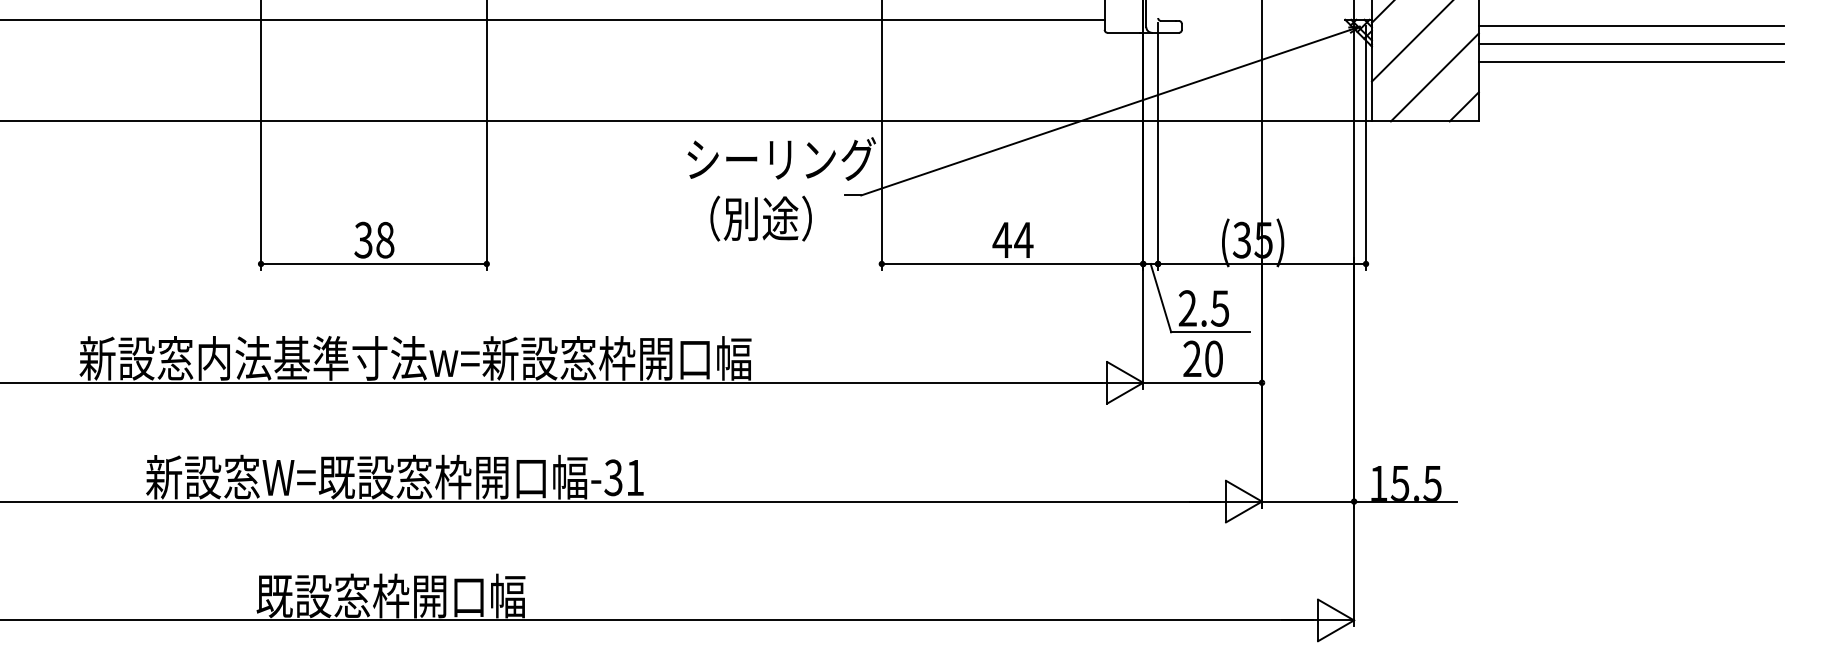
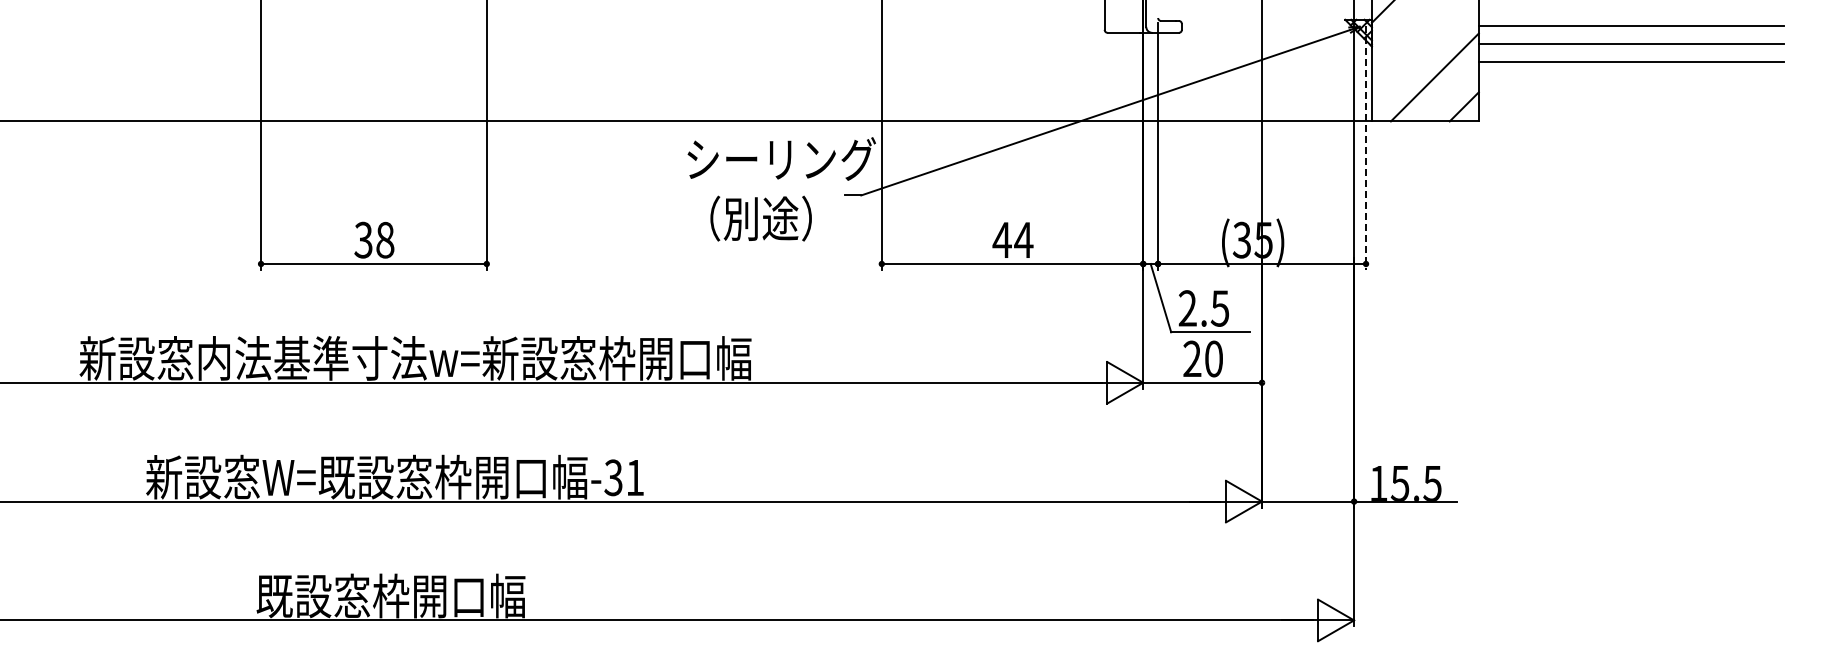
line at (553, 19): present -> none
line at (1411, 41): present -> none
line at (1366, 148): solid -> dashed
